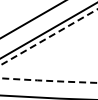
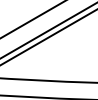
line at (48, 37): dashed -> solid
arc at (48, 80): dashed -> solid
